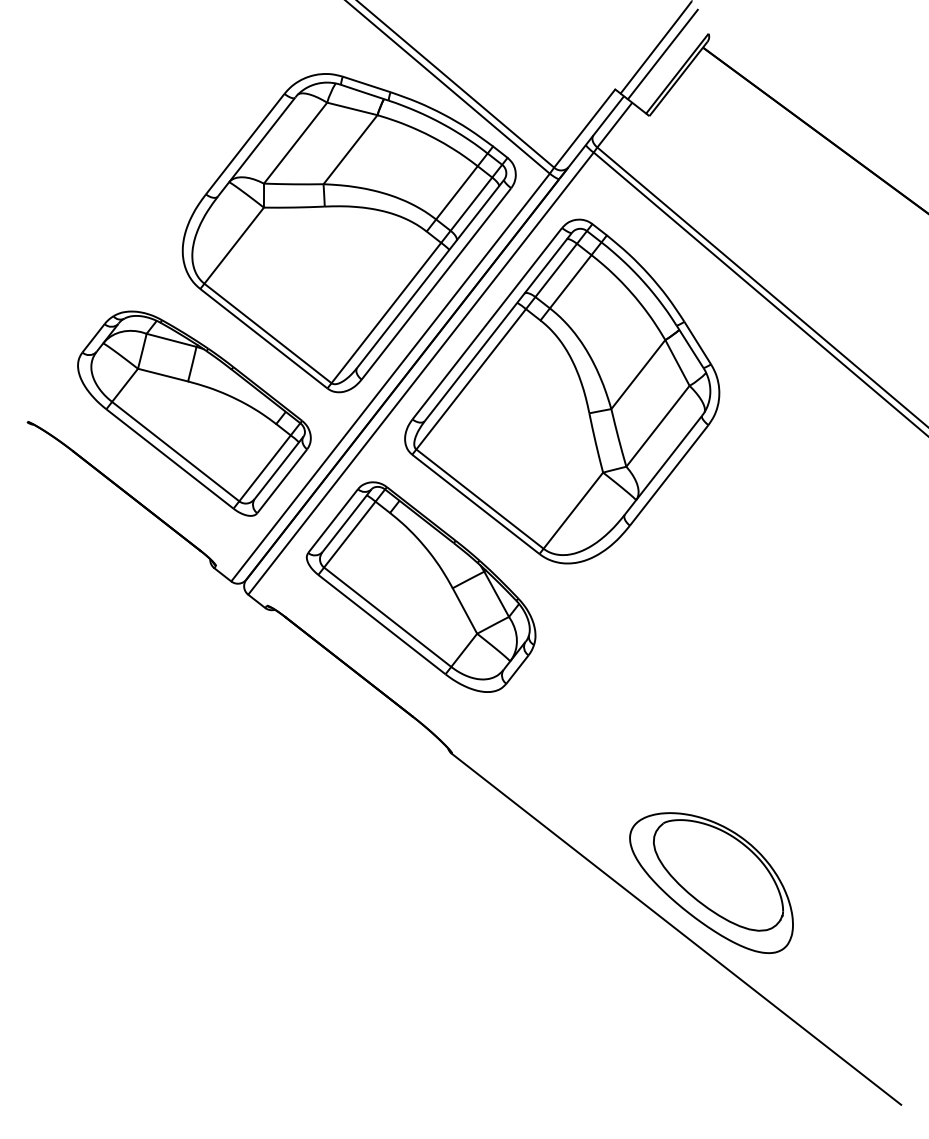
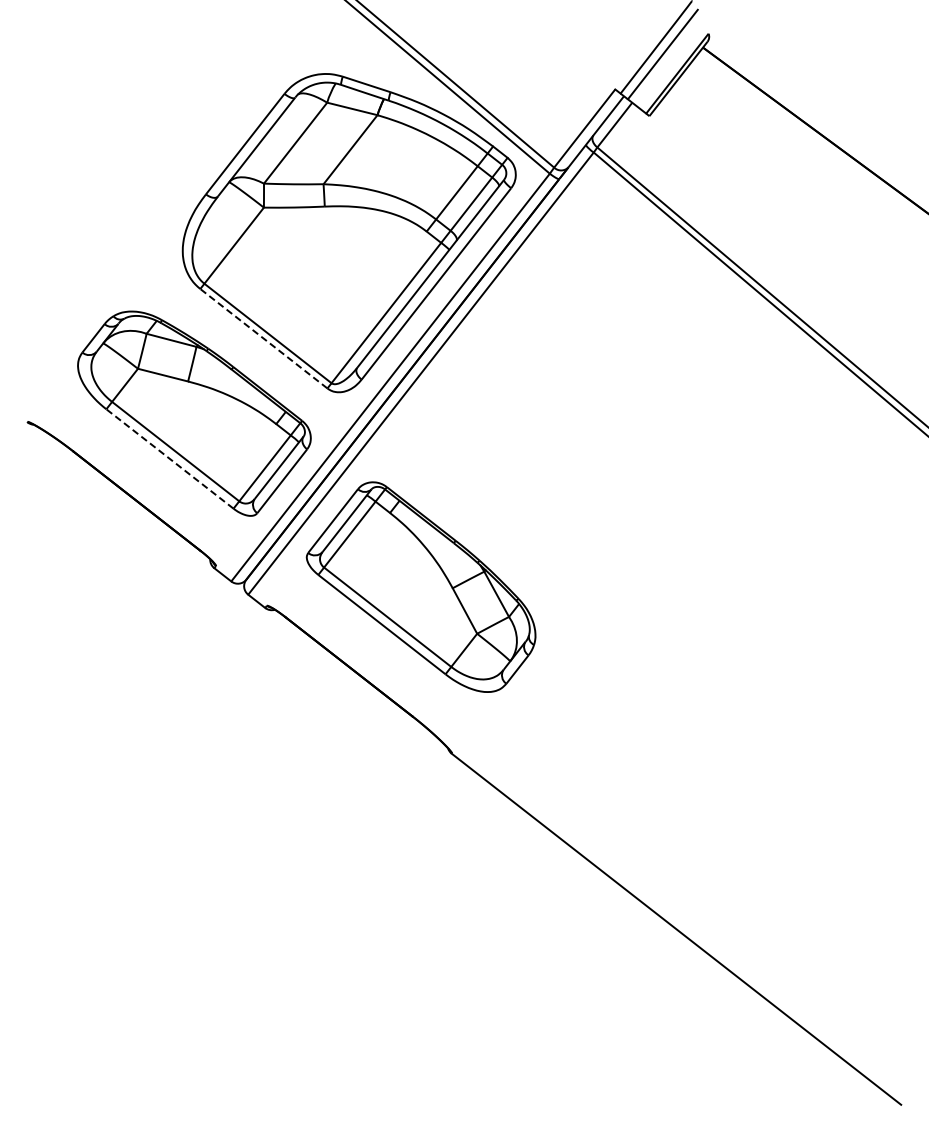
line at (263, 338): solid -> dashed
part at (562, 391): present -> none
line at (169, 458): solid -> dashed
part at (711, 883): present -> none
